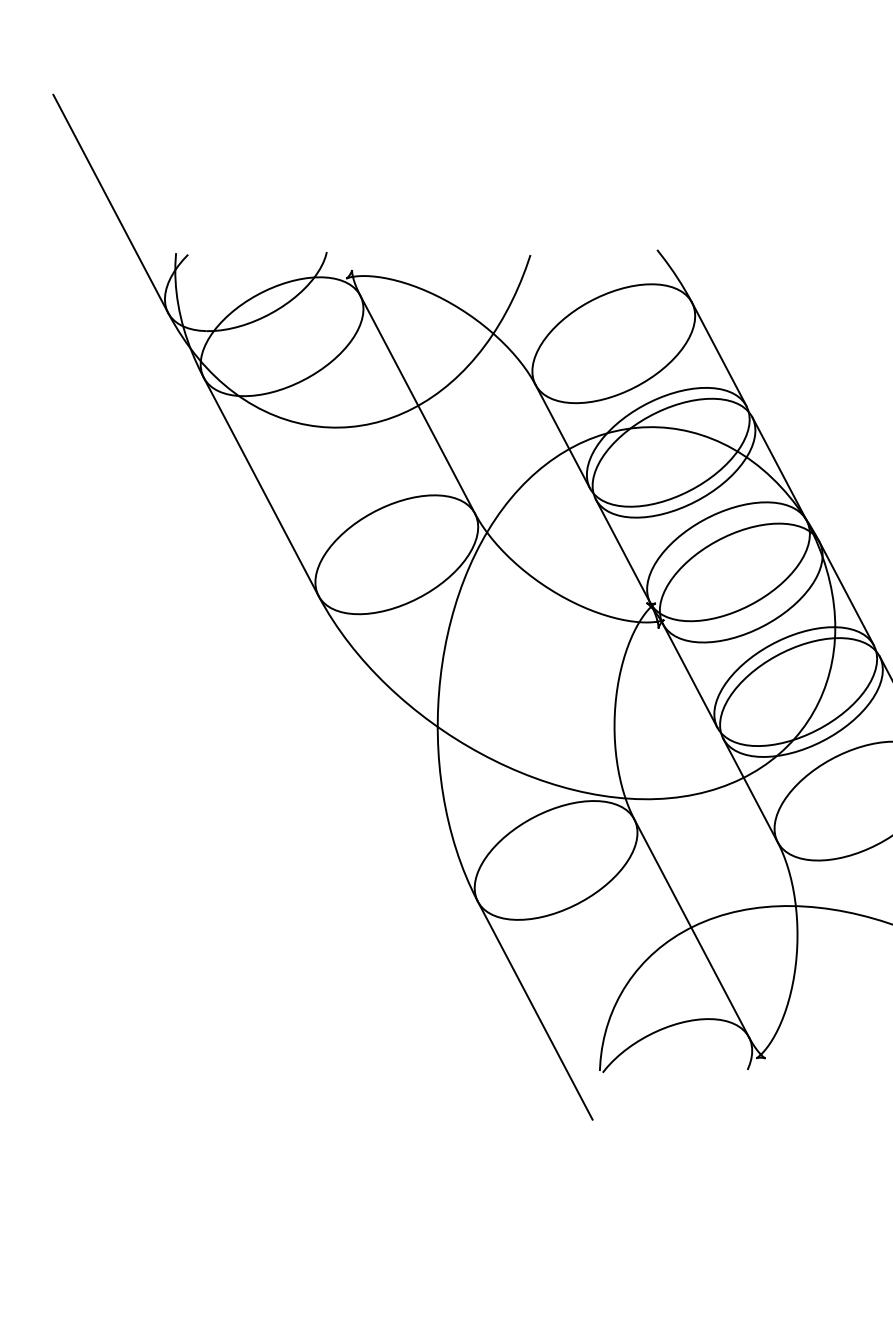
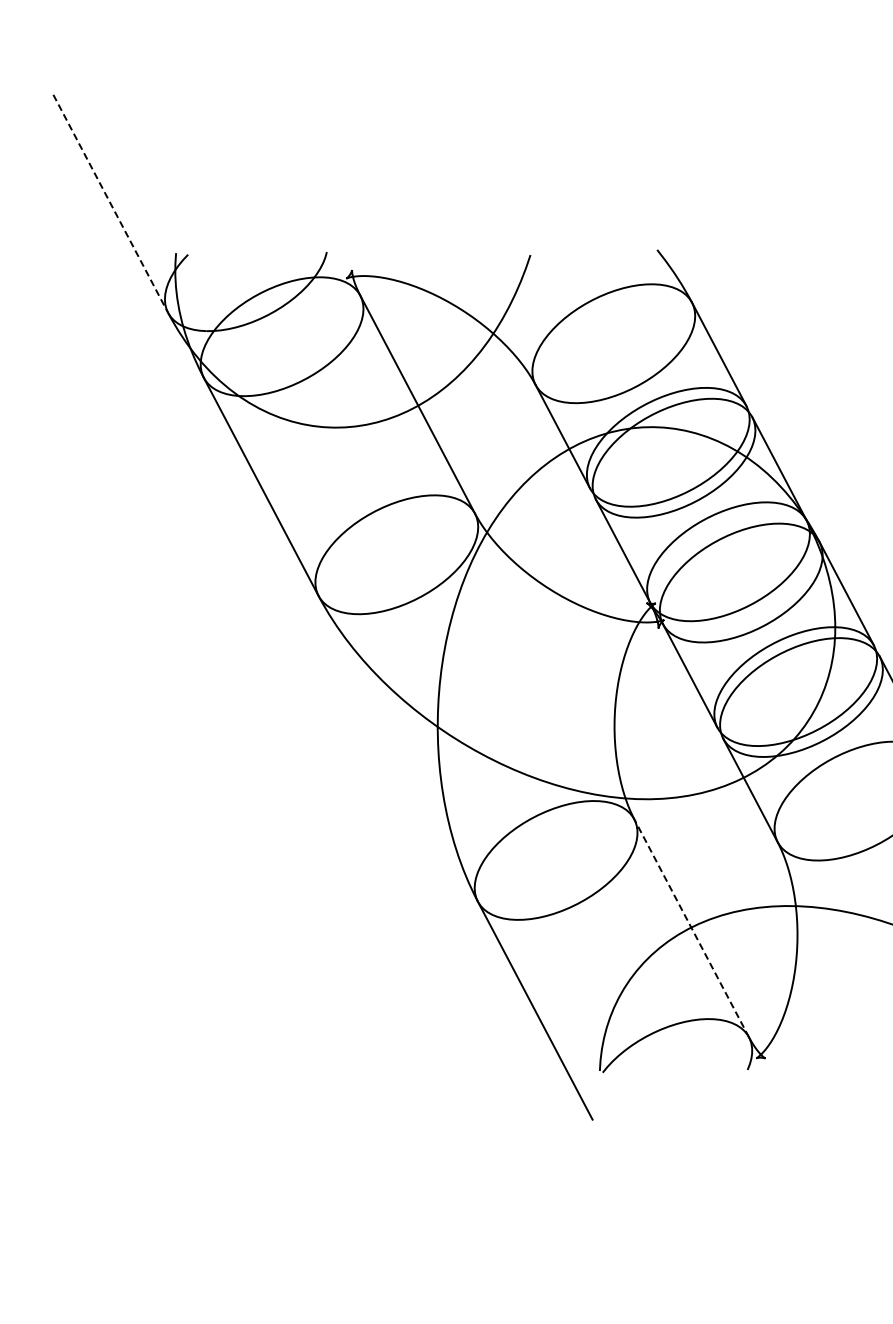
line at (110, 204): solid -> dashed
line at (691, 927): solid -> dashed
